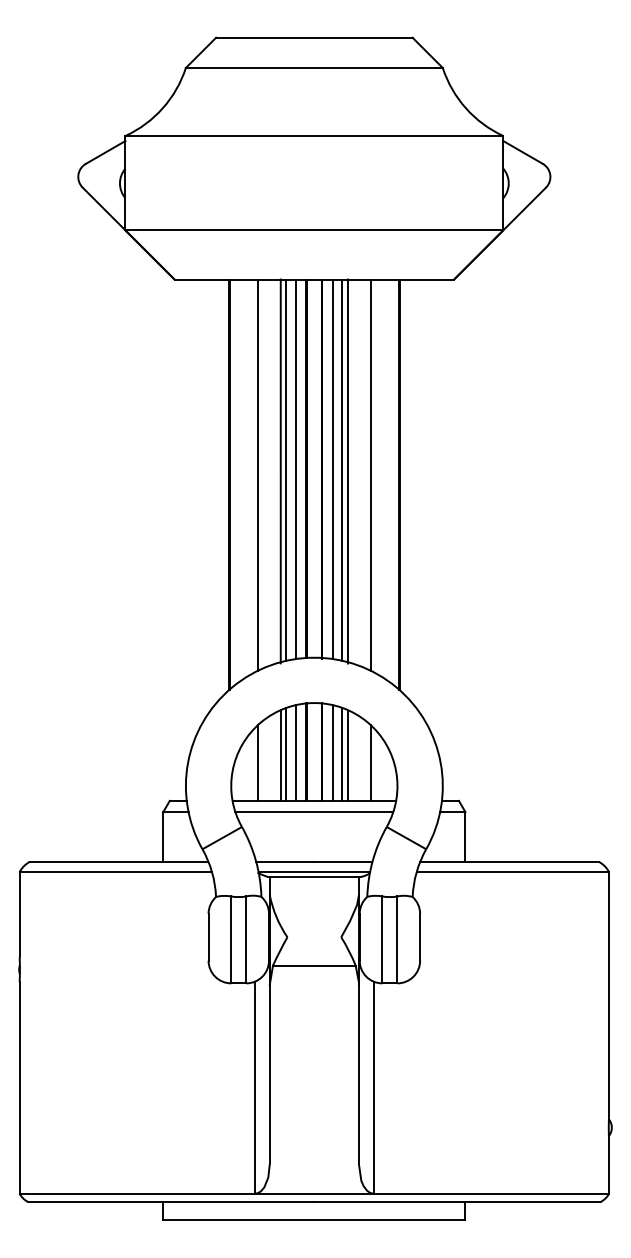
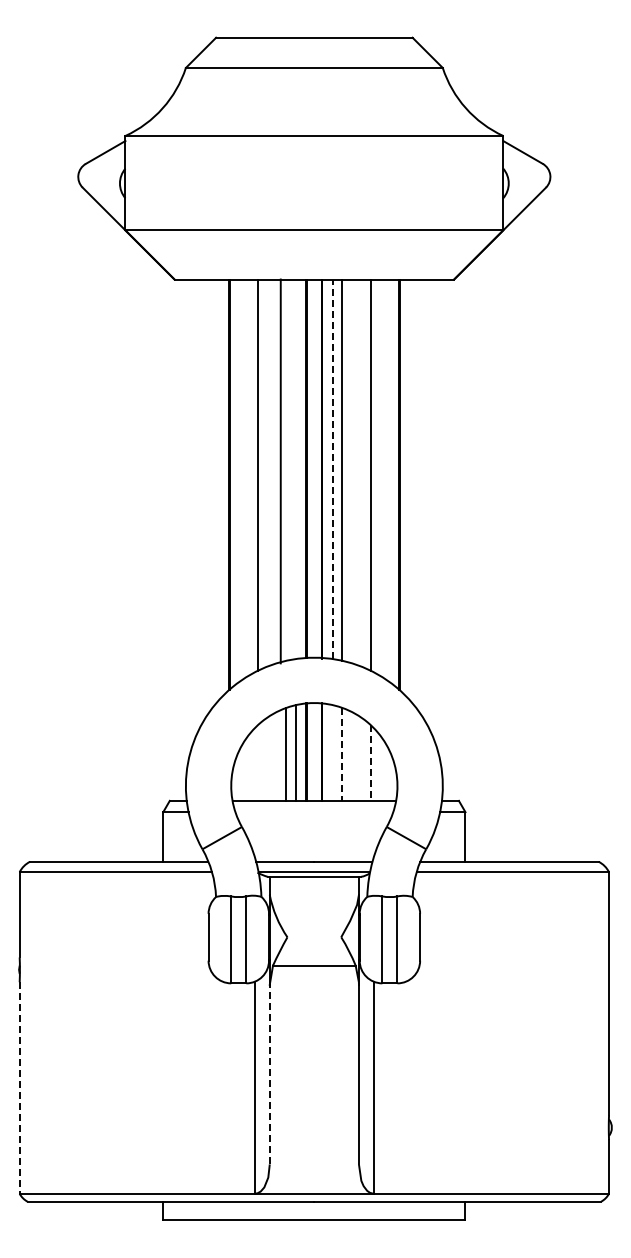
line at (286, 469): present -> none
line at (295, 469): present -> none
line at (332, 469): solid -> dashed
line at (347, 471): present -> none
line at (332, 752): present -> none
line at (342, 754): solid -> dashed
line at (280, 755): present -> none
line at (347, 755): present -> none
line at (257, 762): present -> none
line at (370, 763): solid -> dashed
line at (314, 812): present -> none
line at (269, 1074): solid -> dashed
line at (19, 1088): solid -> dashed
